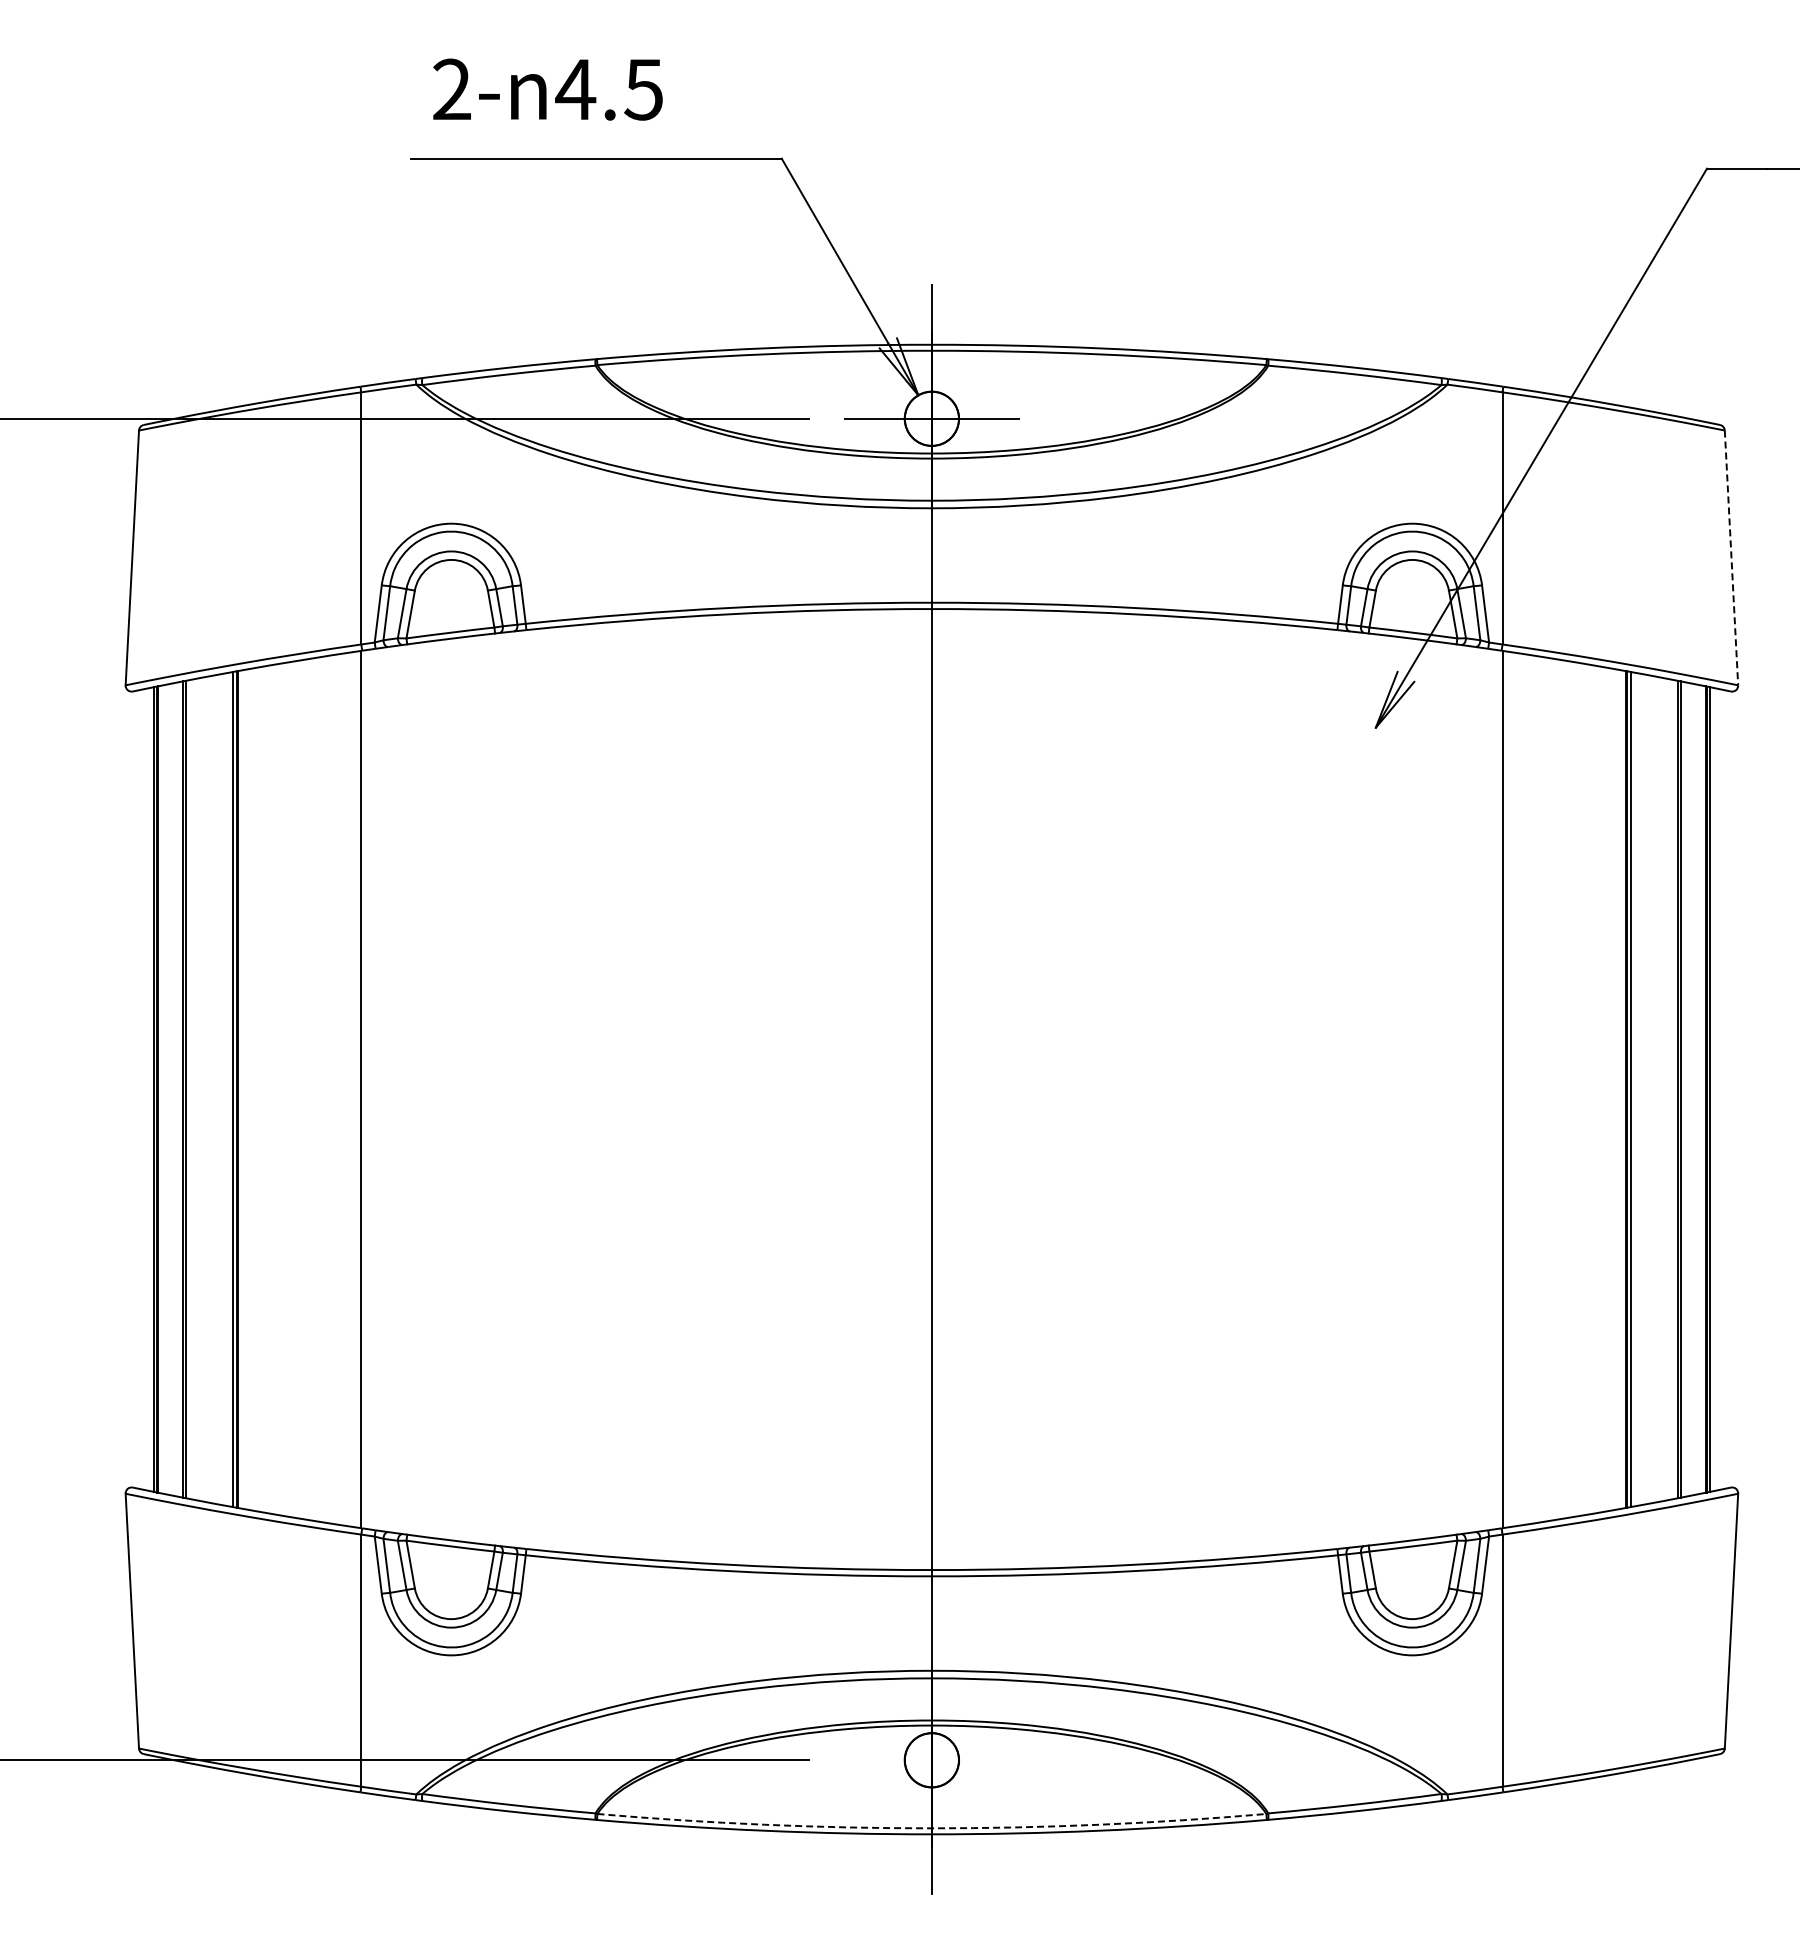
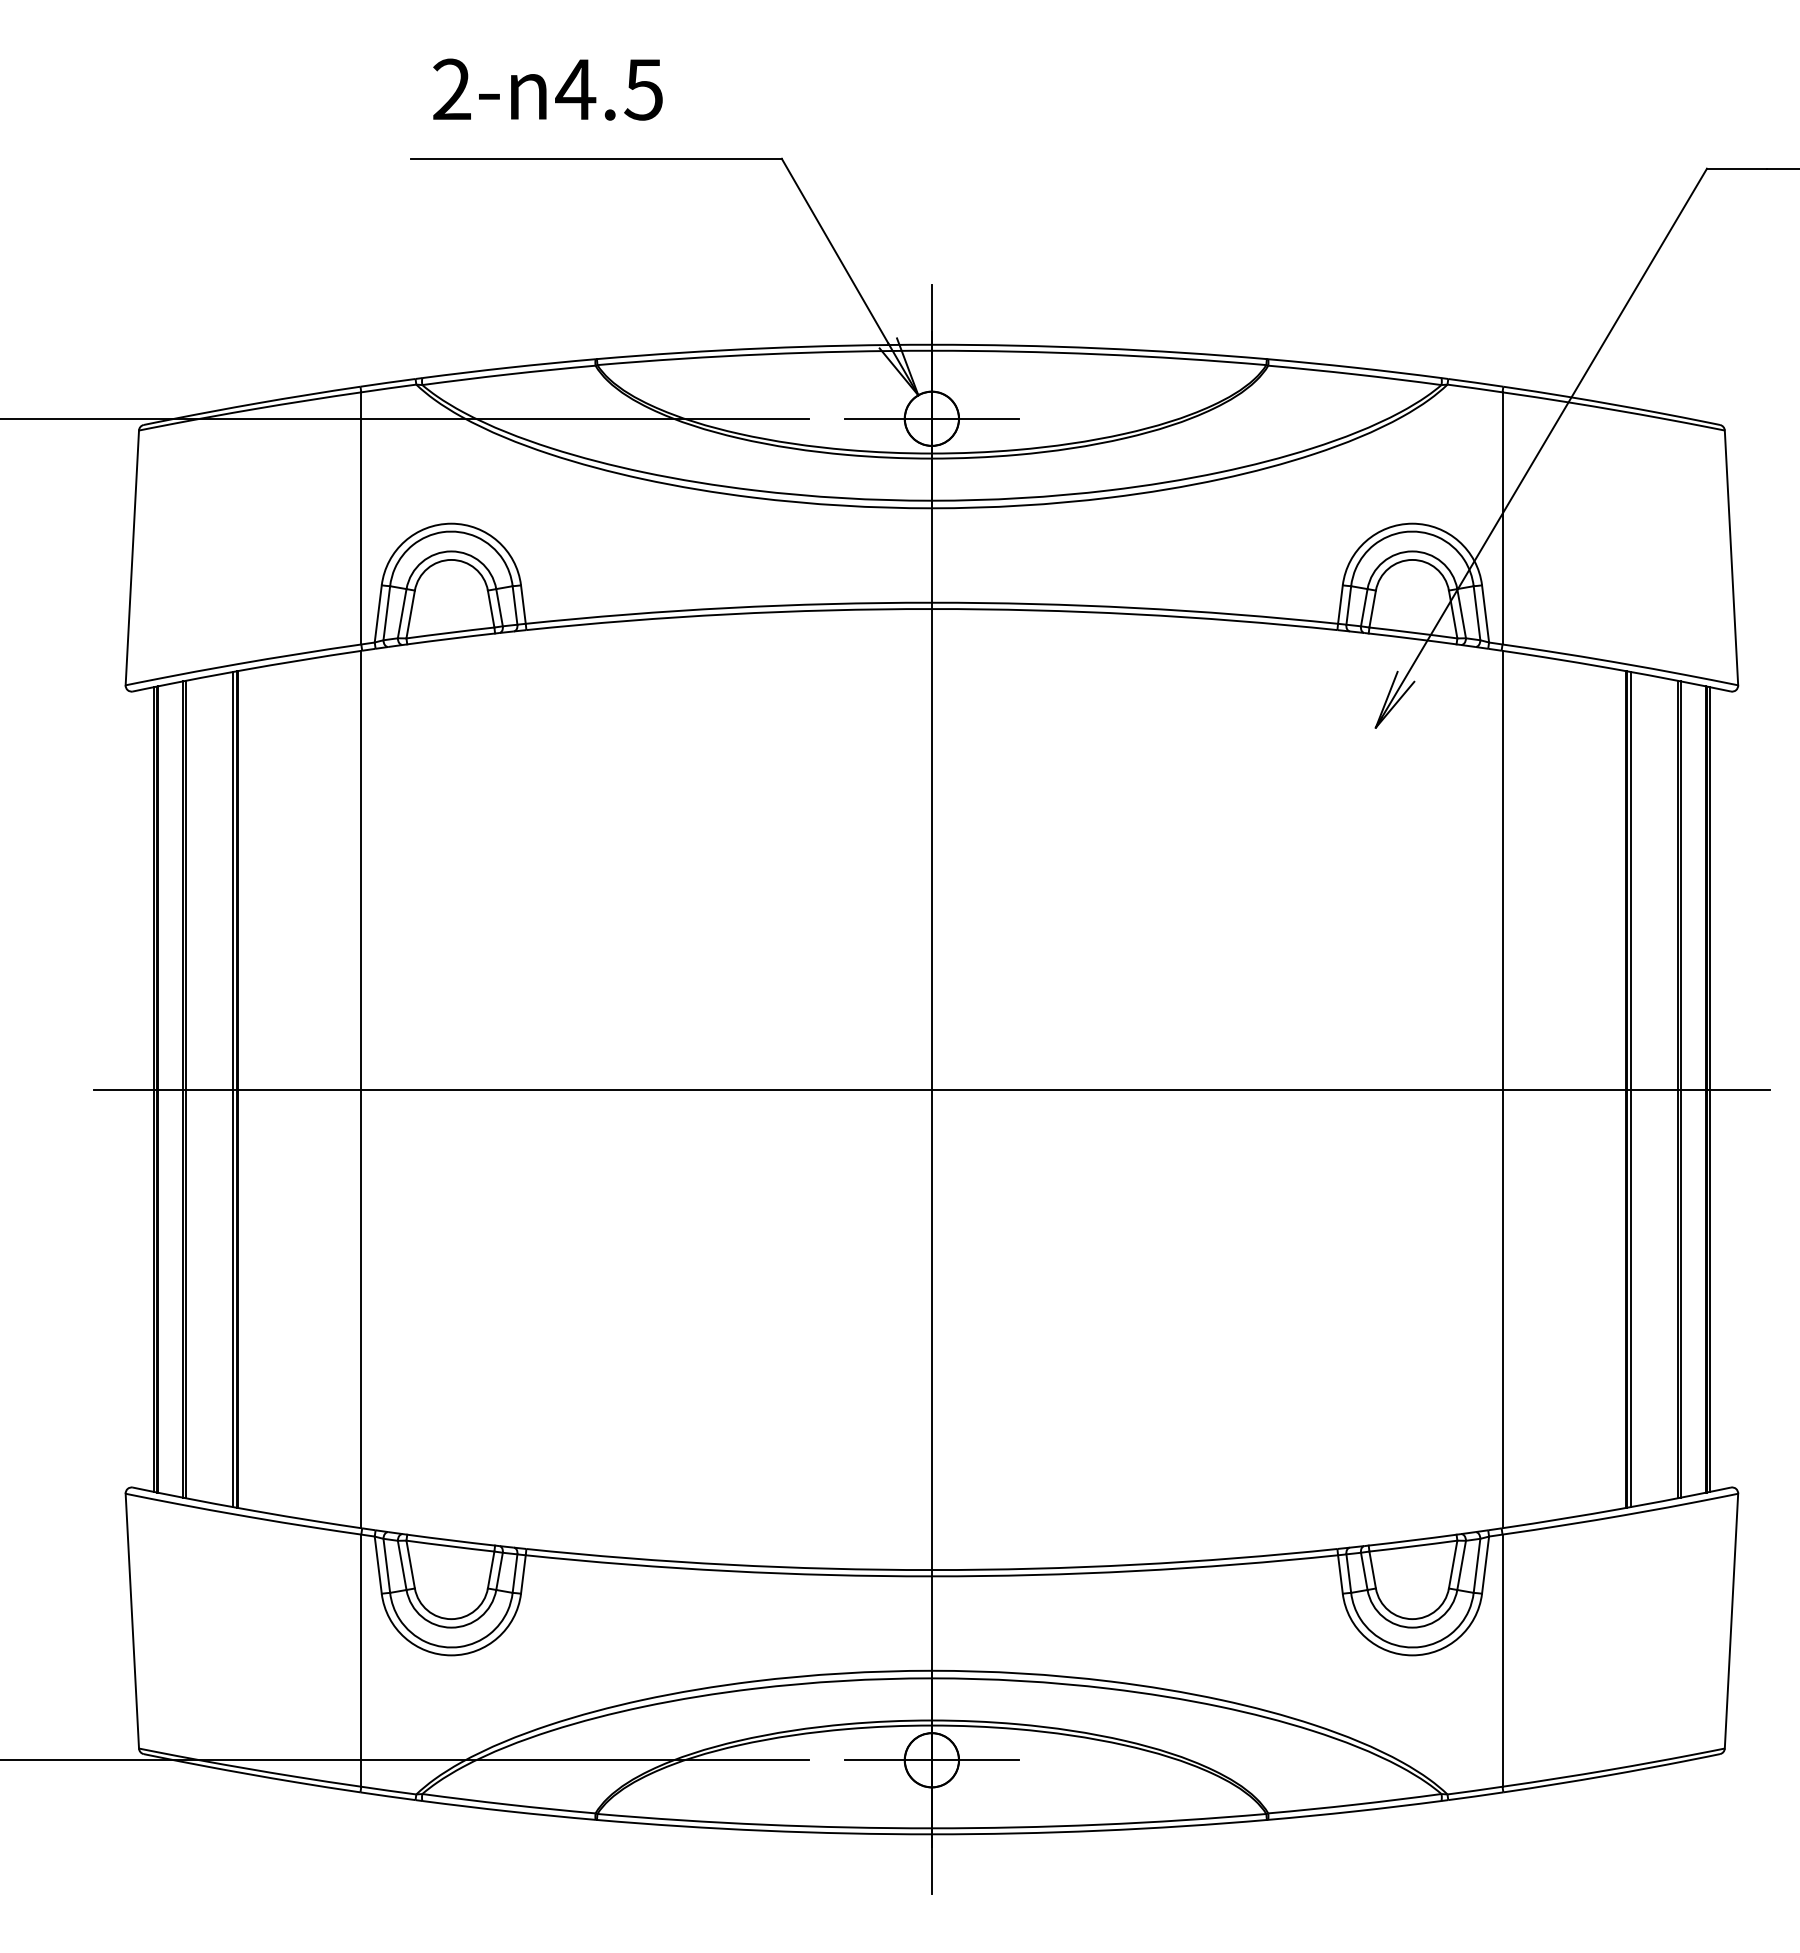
line at (1731, 557): dashed -> solid
line at (931, 1089): none -> present
line at (931, 1760): none -> present
arc at (931, 1828): dashed -> solid
